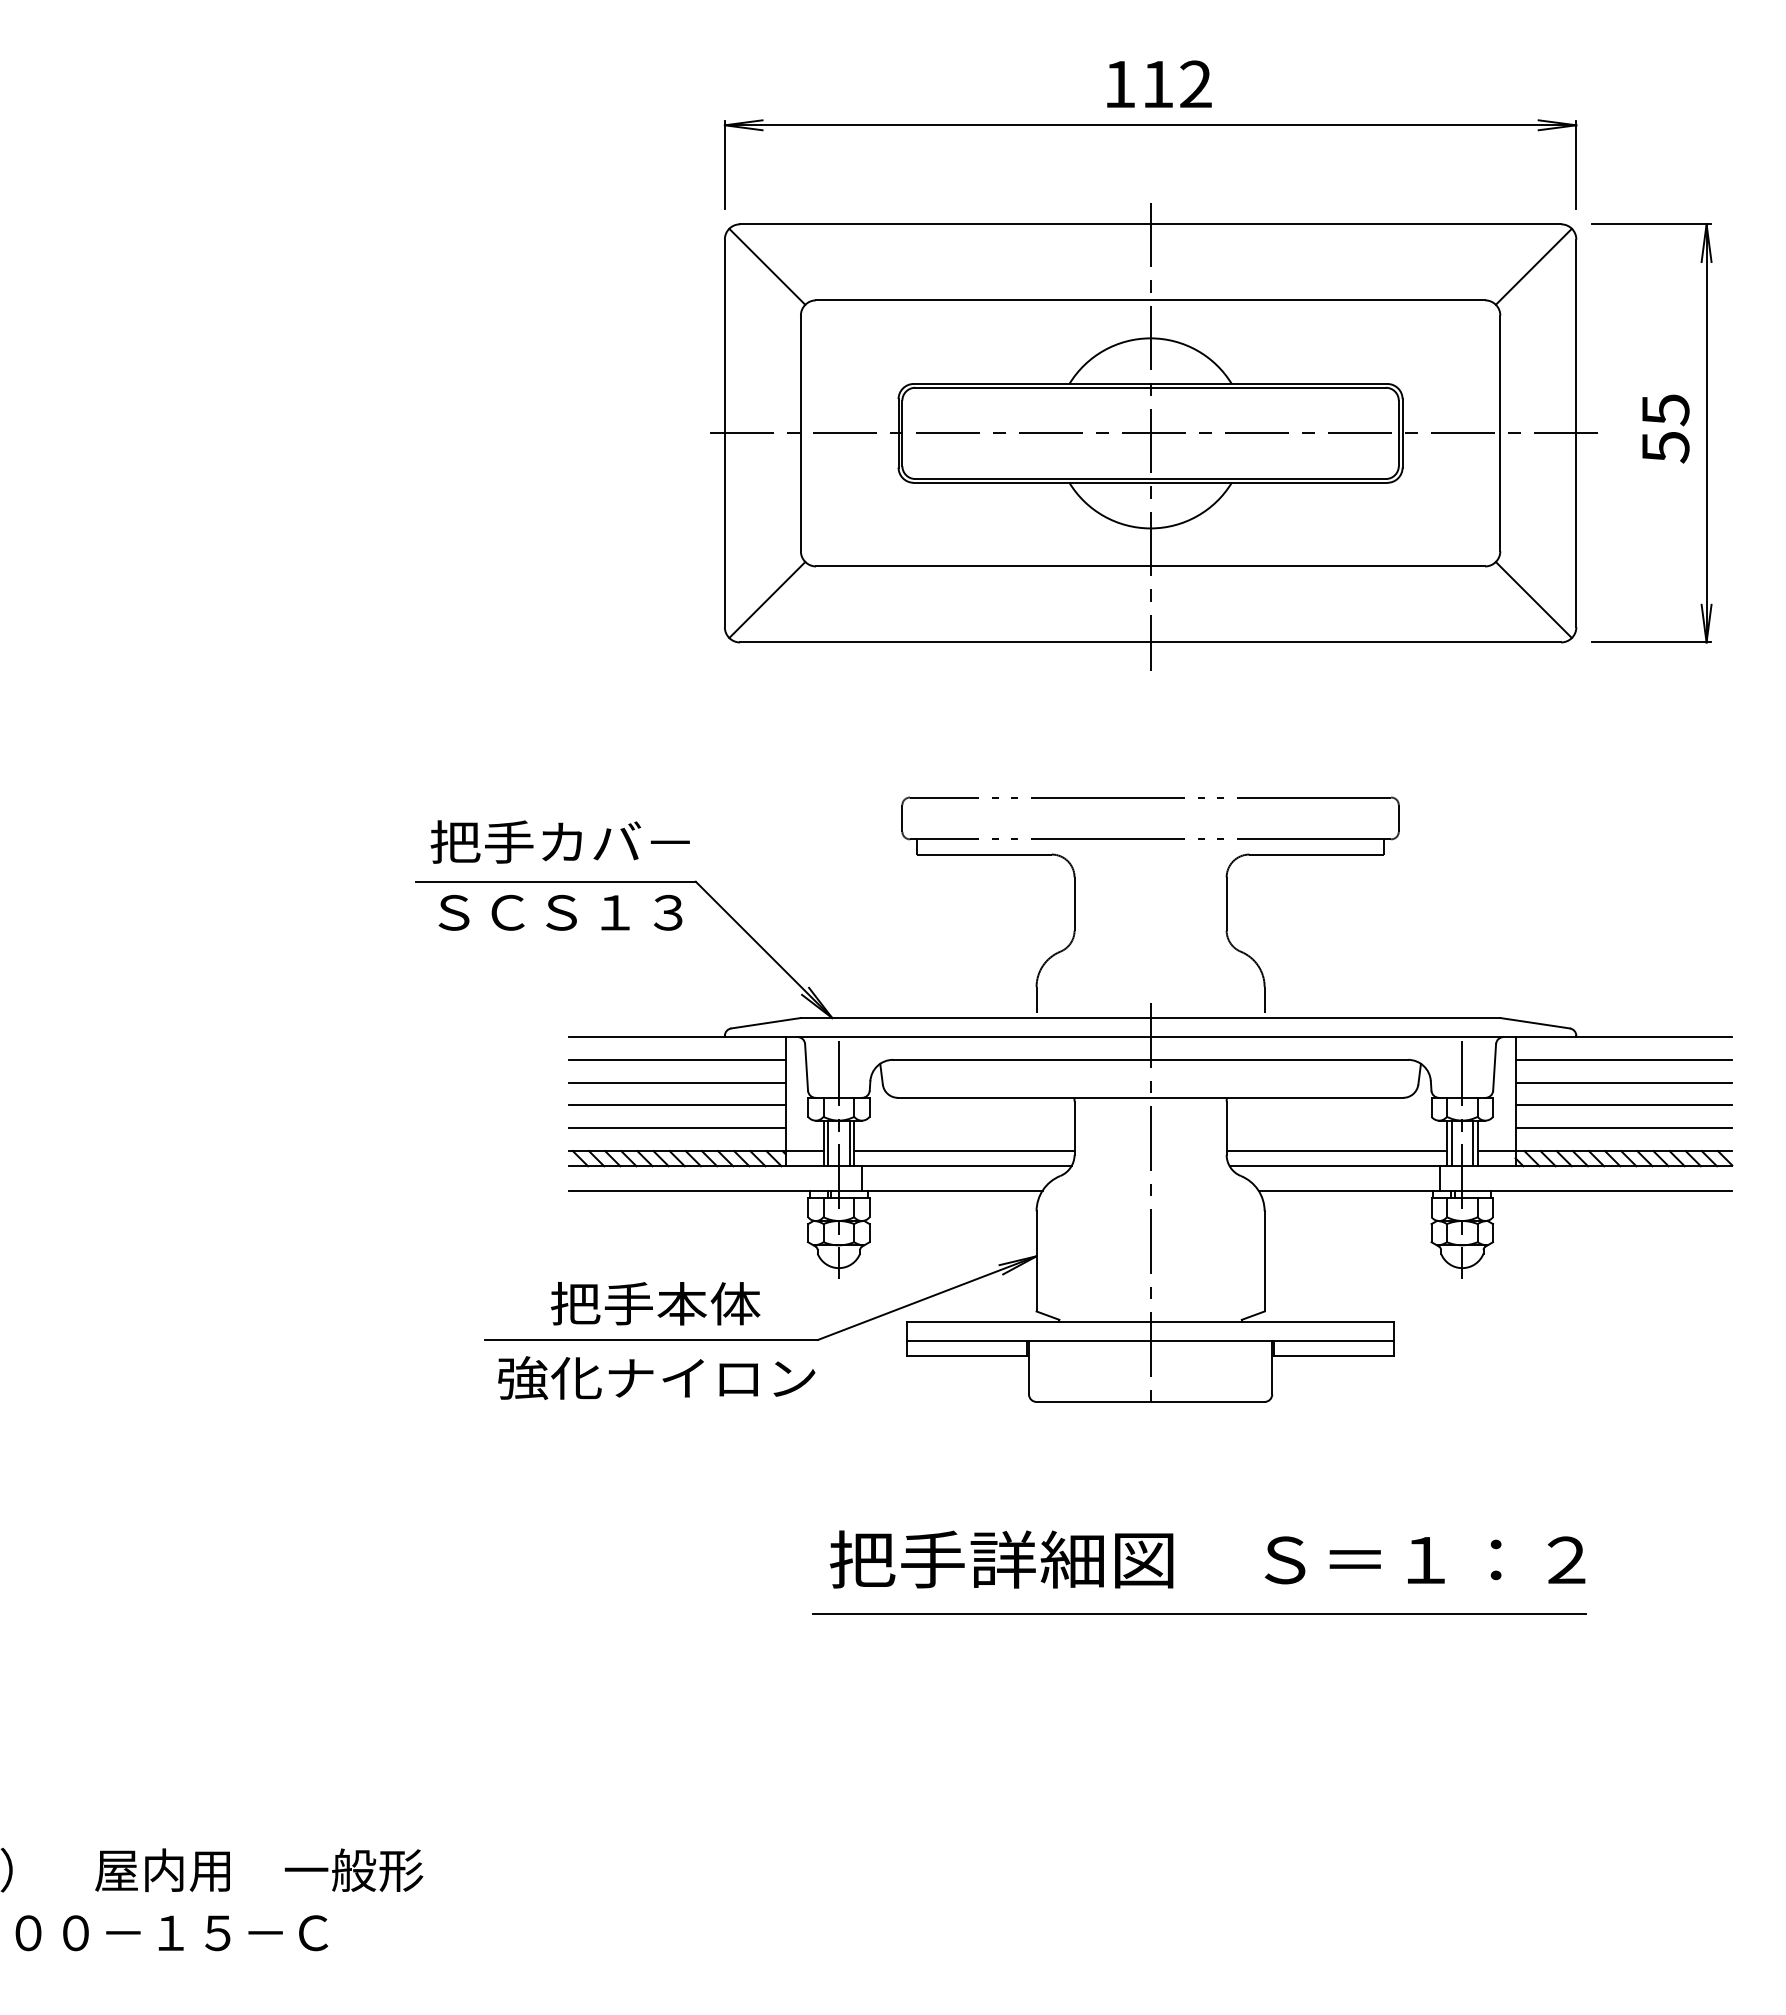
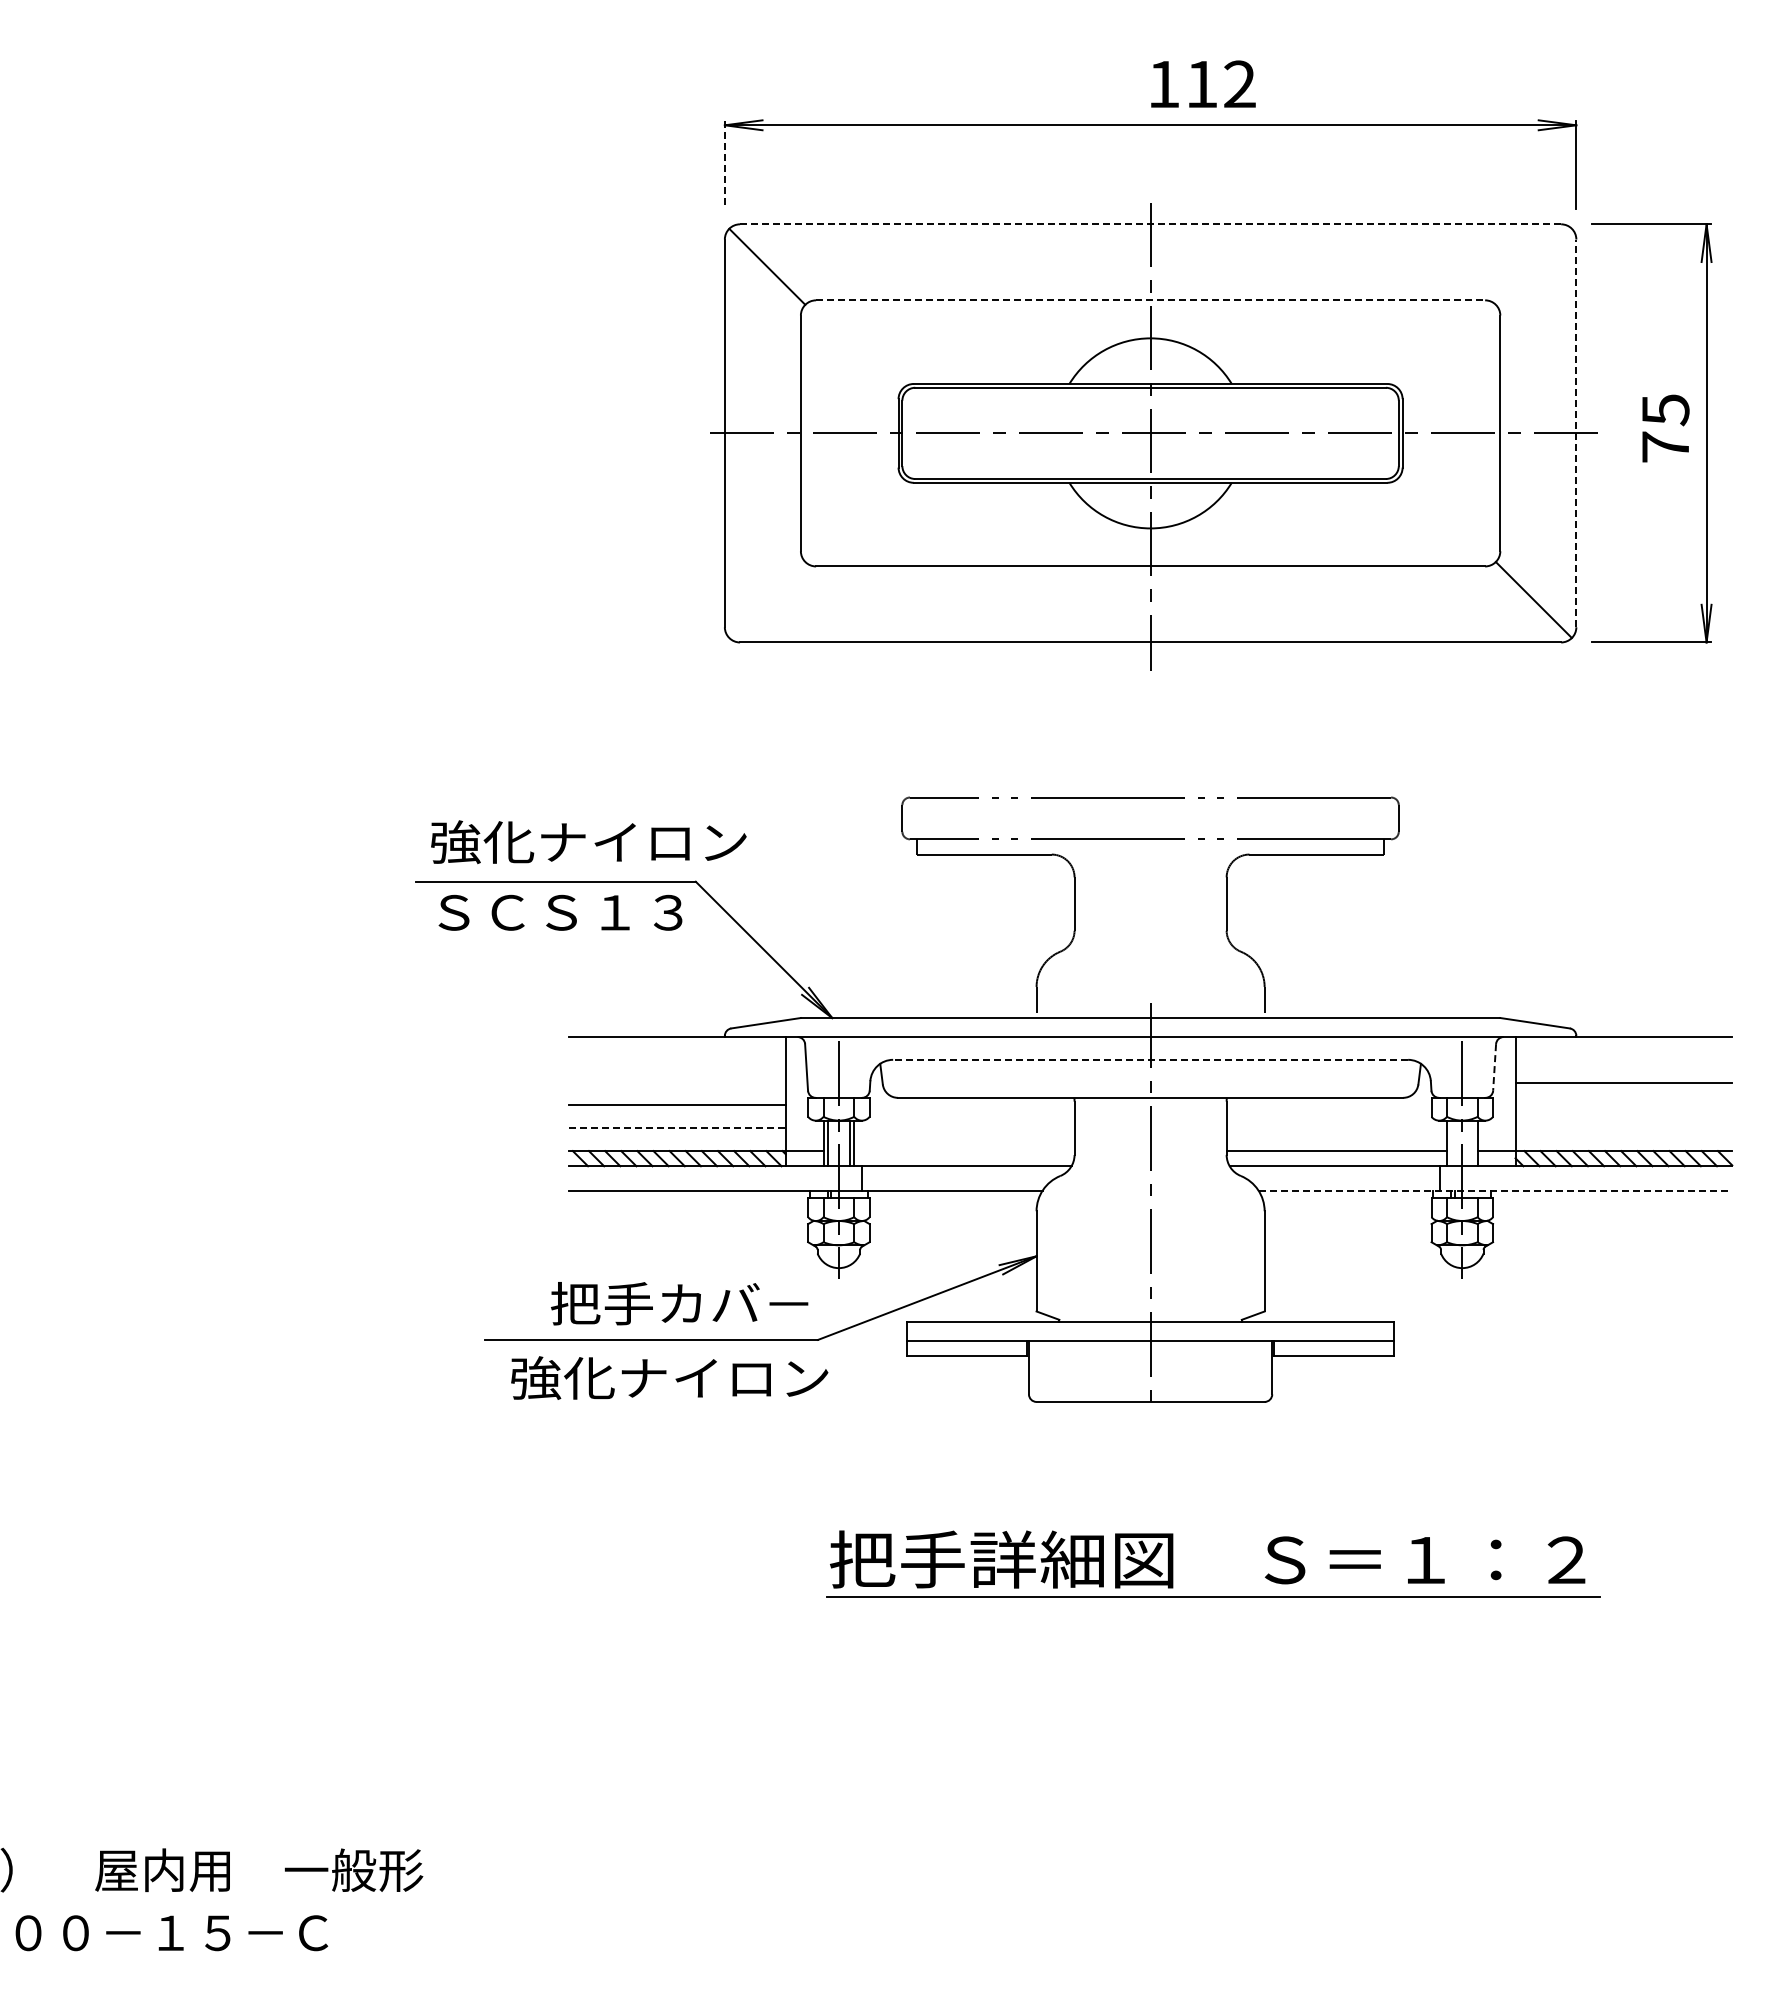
text at (1159, 83) position: (1159, 83) -> (1203, 83)
line at (724, 165): solid -> dashed
line at (1150, 224): solid -> dashed
line at (1533, 266): present -> none
line at (1150, 300): solid -> dashed
line at (1576, 433): solid -> dashed
text at (1665, 447): 55 -> 75
line at (767, 600): present -> none
text at (588, 842): 把手カバ－ -> 強化ナイロン
line at (676, 1059): present -> none
line at (1150, 1059): solid -> dashed
line at (1623, 1059): present -> none
line at (1494, 1067): solid -> dashed
line at (676, 1082): present -> none
line at (1623, 1105): present -> none
line at (677, 1128): solid -> dashed
line at (1623, 1128): present -> none
line at (1451, 1143): present -> none
line at (1472, 1143): present -> none
line at (964, 1151): present -> none
line at (1495, 1190): solid -> dashed
text at (732, 1303): 把手本体 -> 把手カバ－
text at (656, 1377) position: (656, 1377) -> (669, 1377)
line at (1199, 1613) position: (1199, 1613) -> (1213, 1596)
